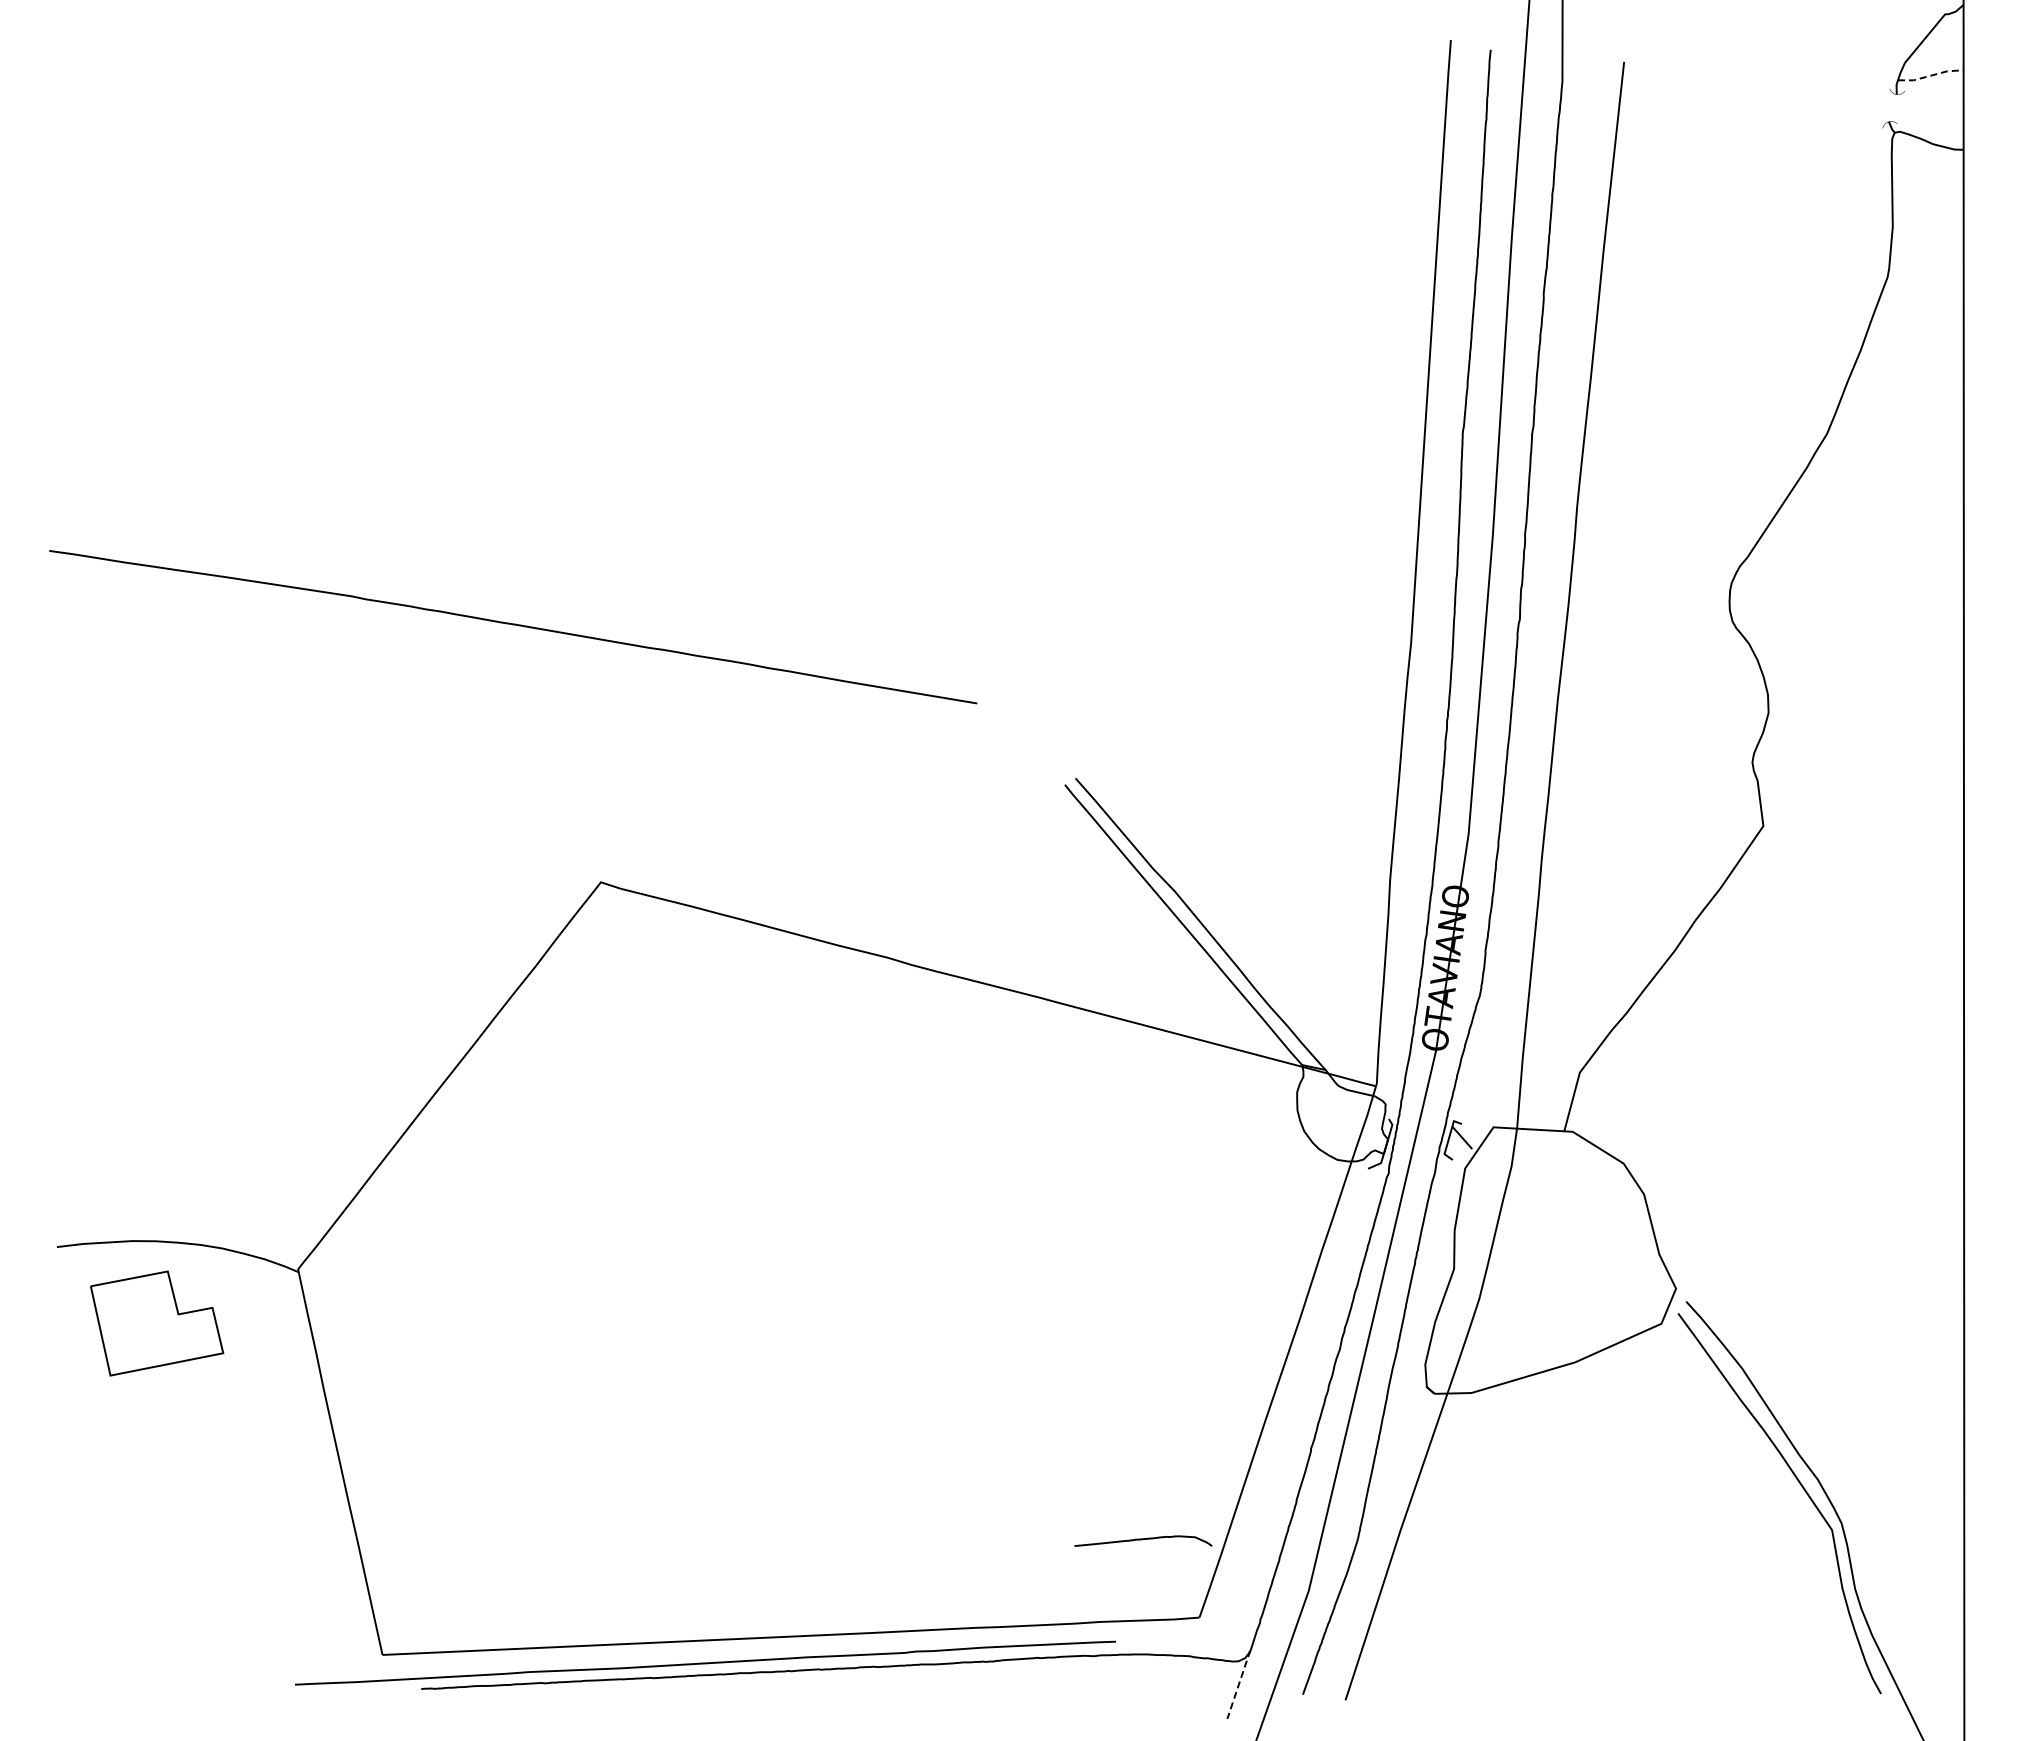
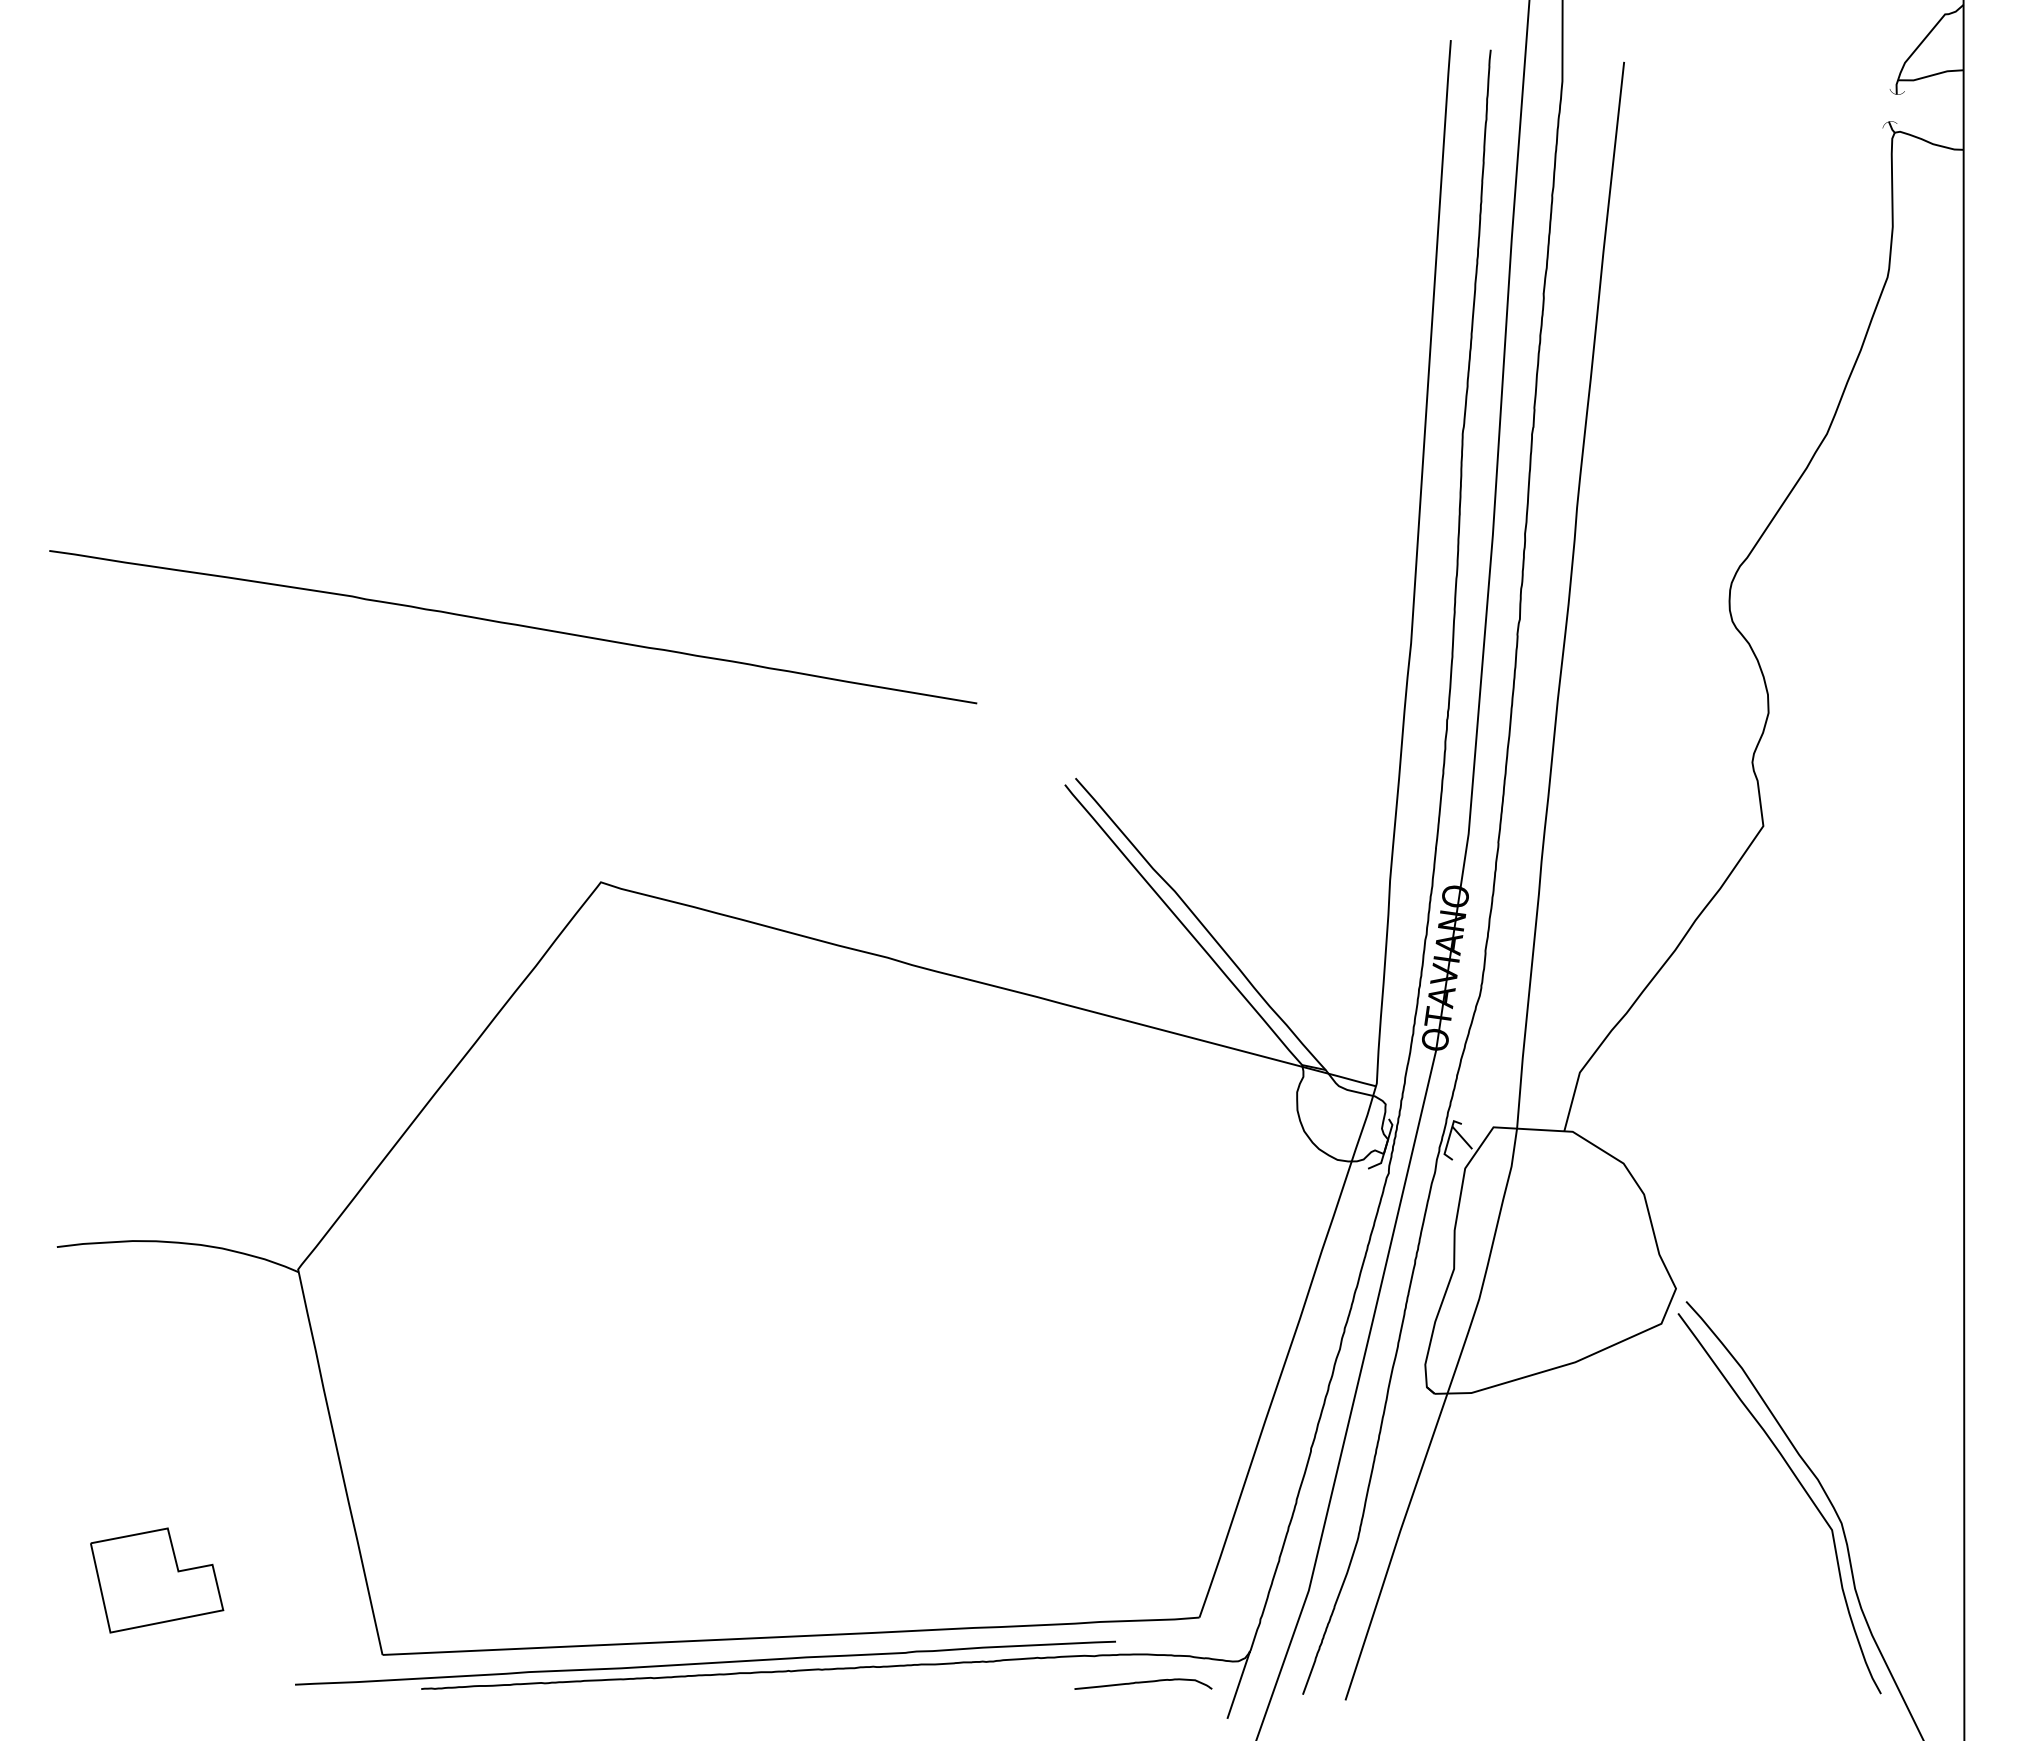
line at (1930, 75): dashed -> solid
part at (157, 1323) position: (157, 1323) -> (157, 1580)
curve at (1143, 1540) position: (1143, 1540) -> (1143, 1683)
line at (1239, 1683): dashed -> solid
